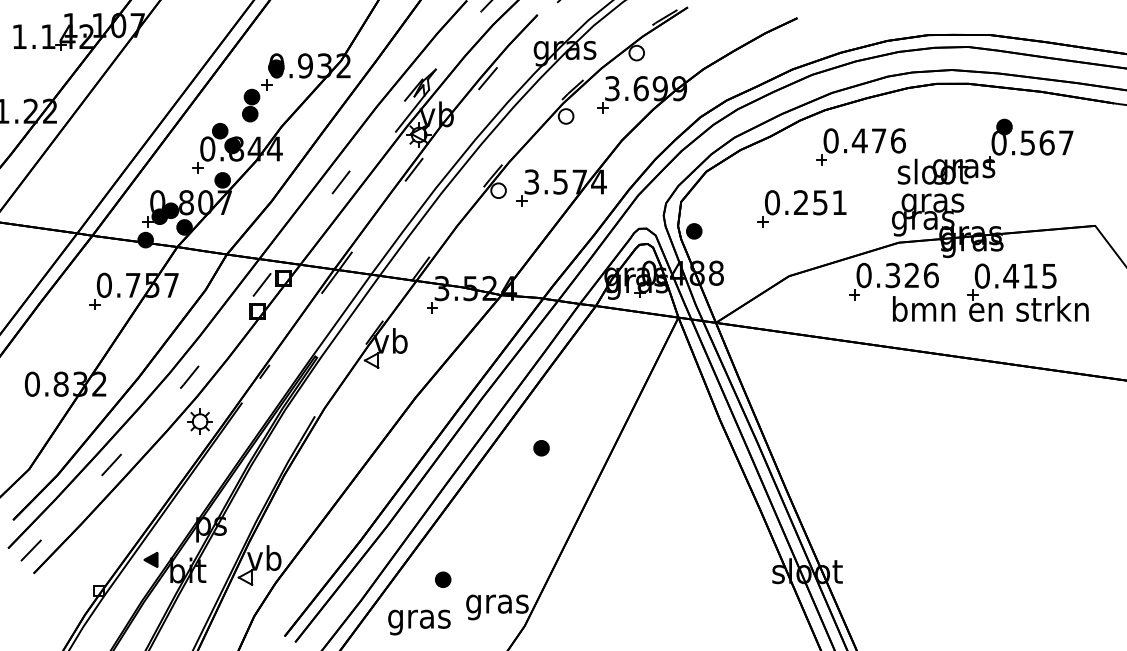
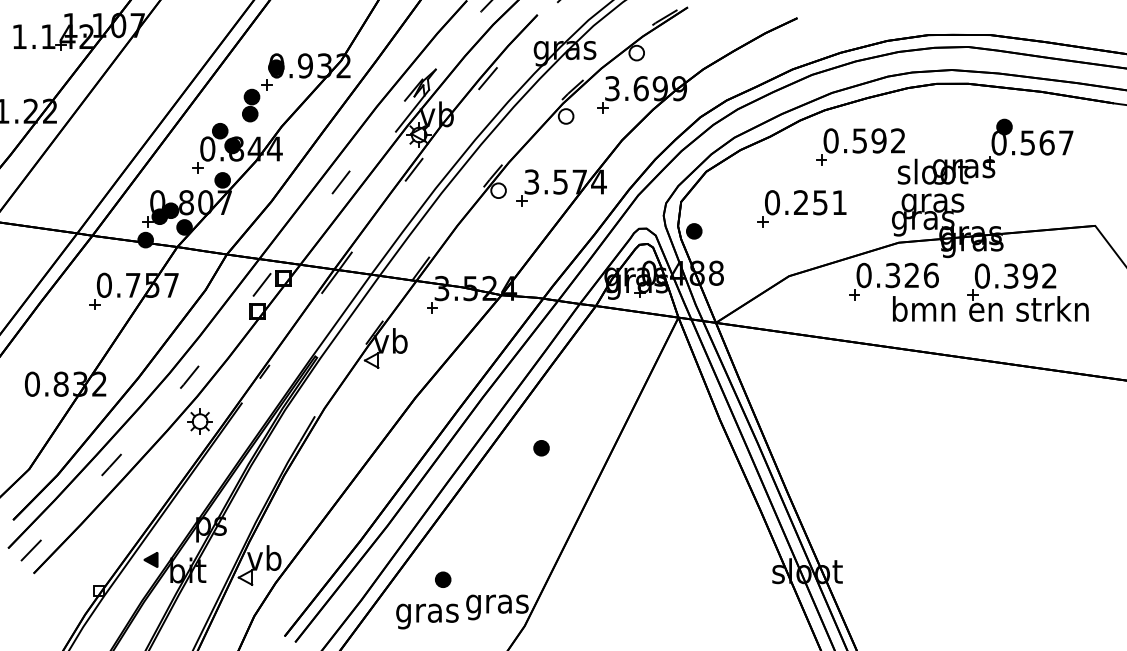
text at (878, 140): 0.476 -> 0.592
text at (1029, 275): 0.415 -> 0.392
text at (419, 622) position: (419, 622) -> (427, 616)
